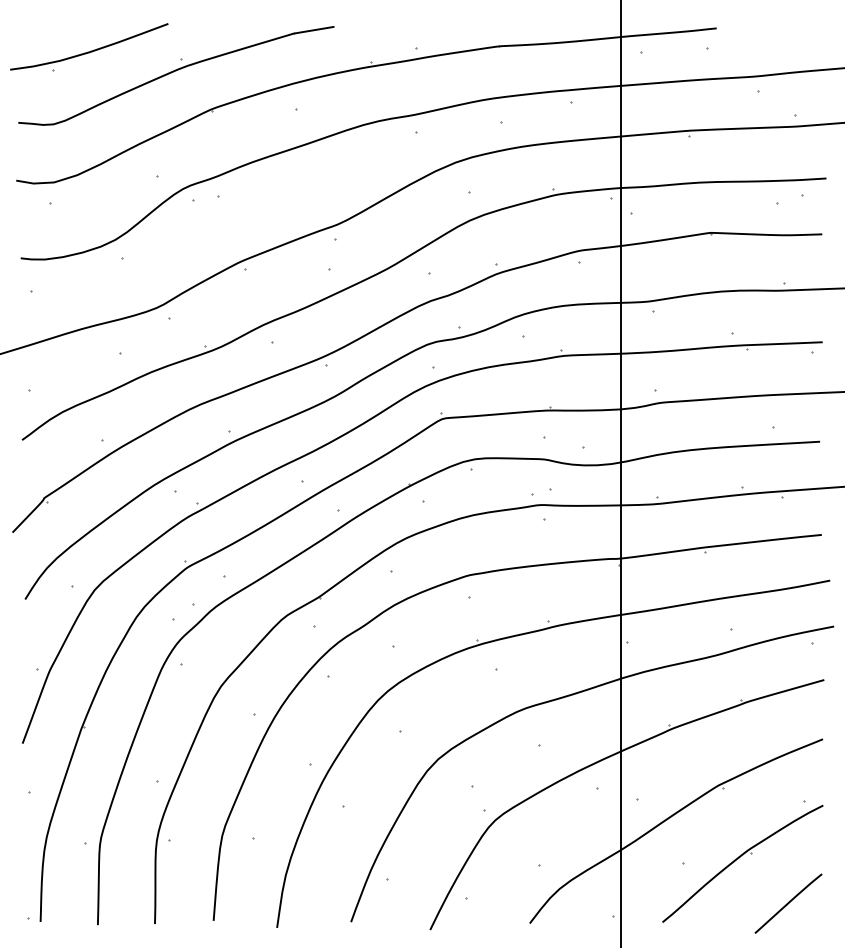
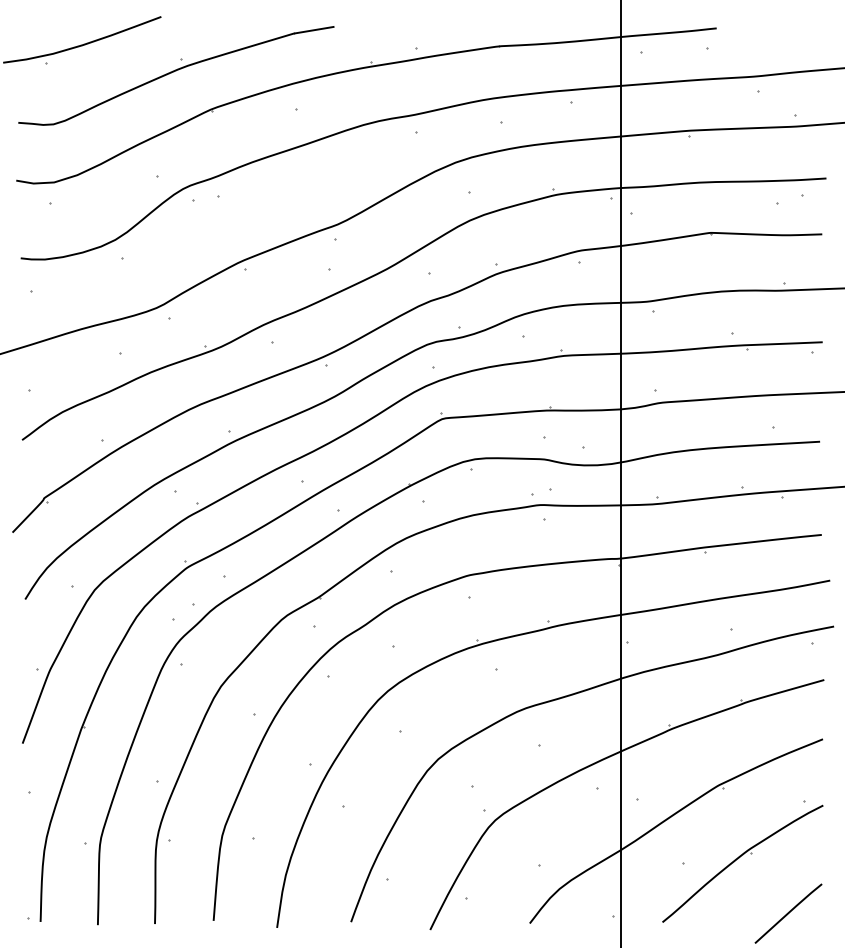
part at (89, 47) position: (89, 47) -> (82, 40)
line at (788, 903) position: (788, 903) -> (788, 913)
